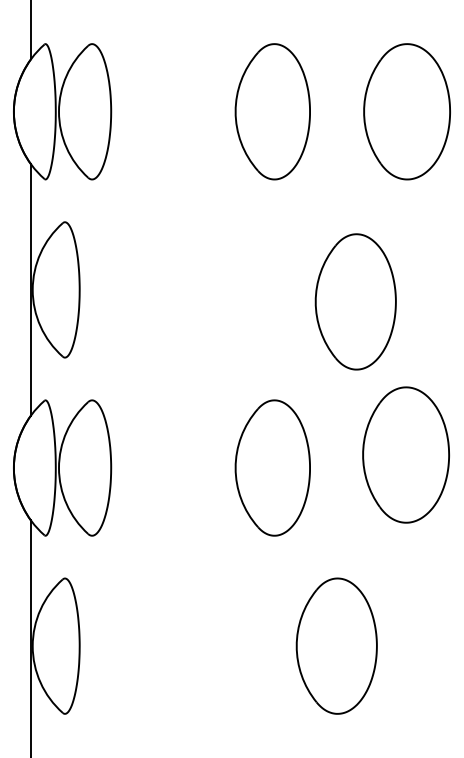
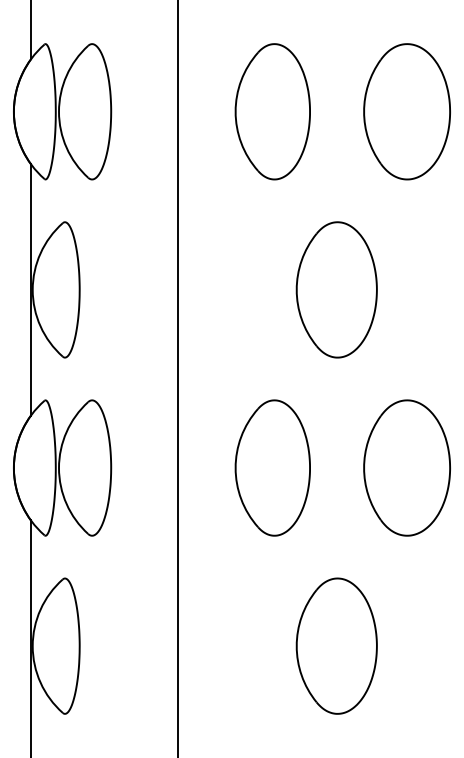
part at (355, 301) position: (355, 301) -> (336, 289)
line at (177, 378): none -> present
part at (405, 454) position: (405, 454) -> (406, 467)
